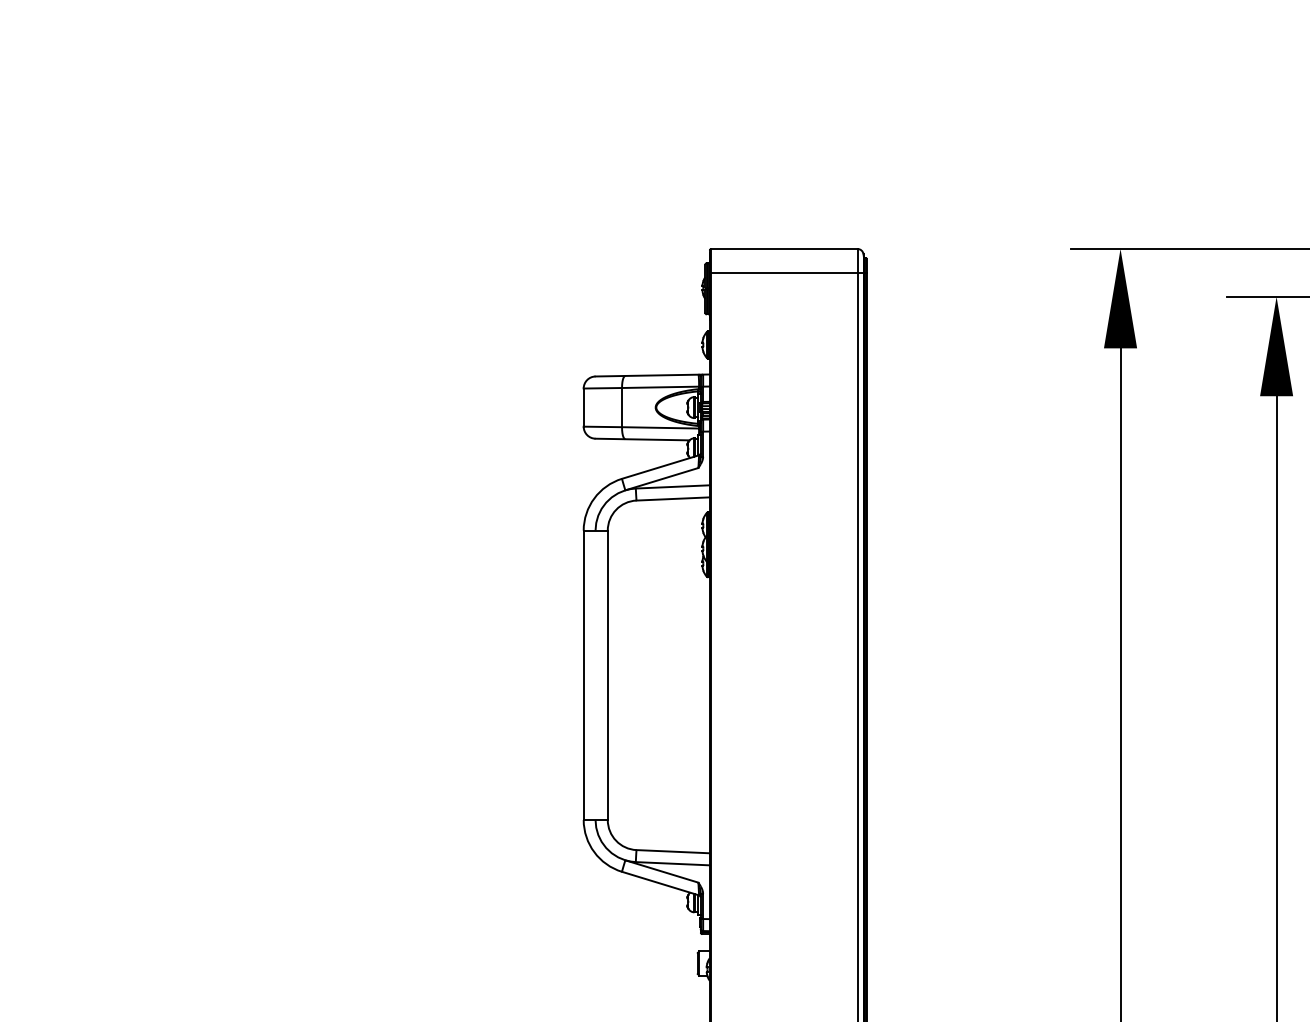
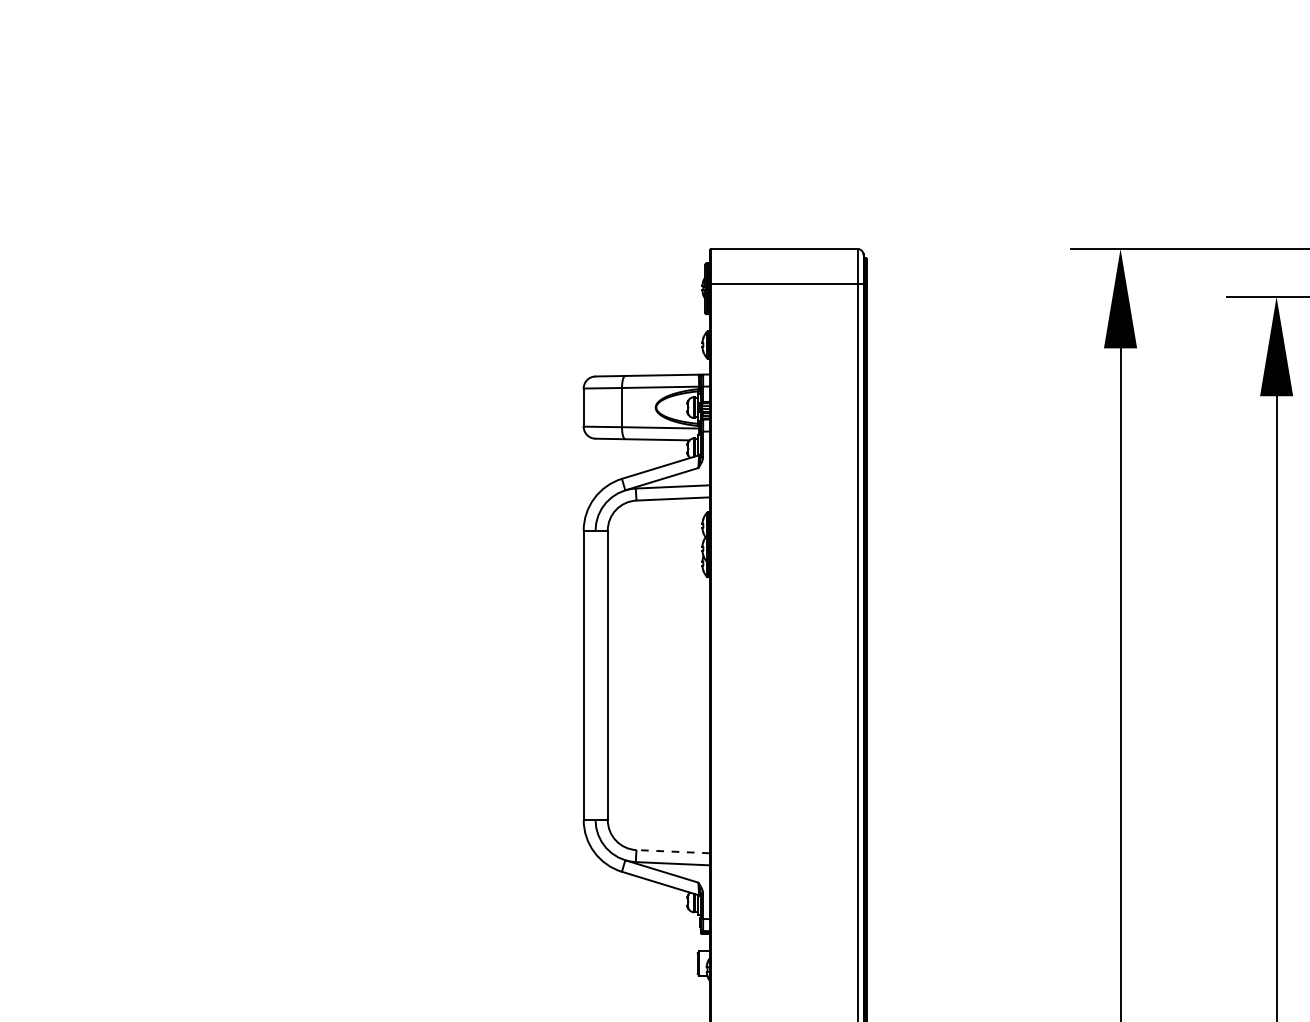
line at (787, 273) position: (787, 273) -> (787, 284)
line at (673, 851): solid -> dashed
